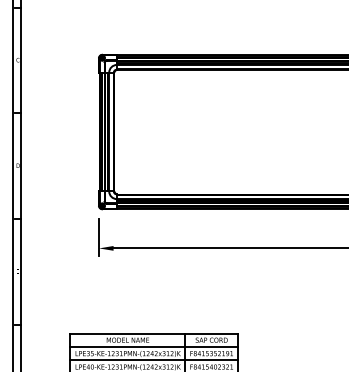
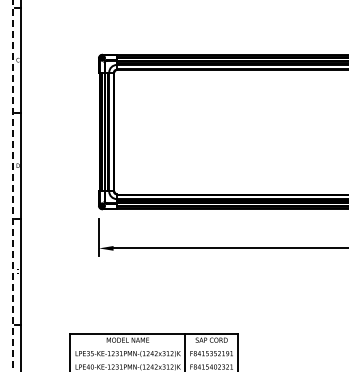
line at (12, 185): solid -> dashed
line at (153, 346): present -> none
line at (153, 360): present -> none
